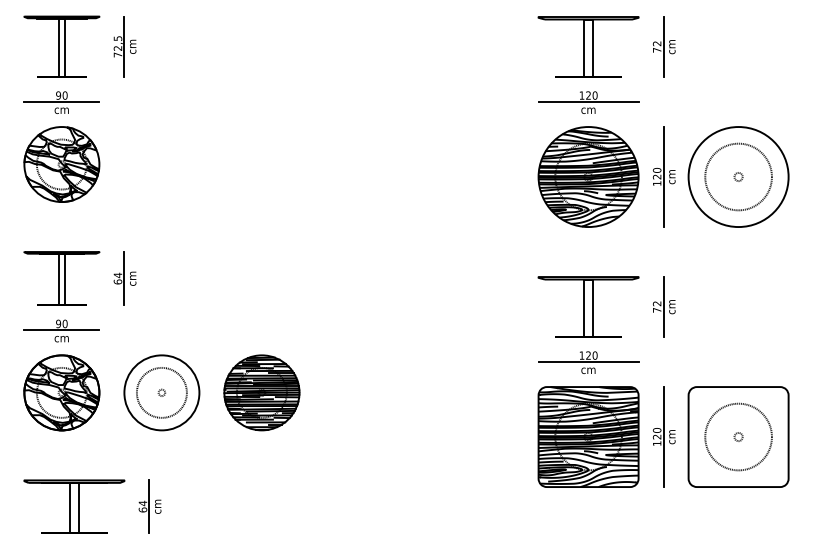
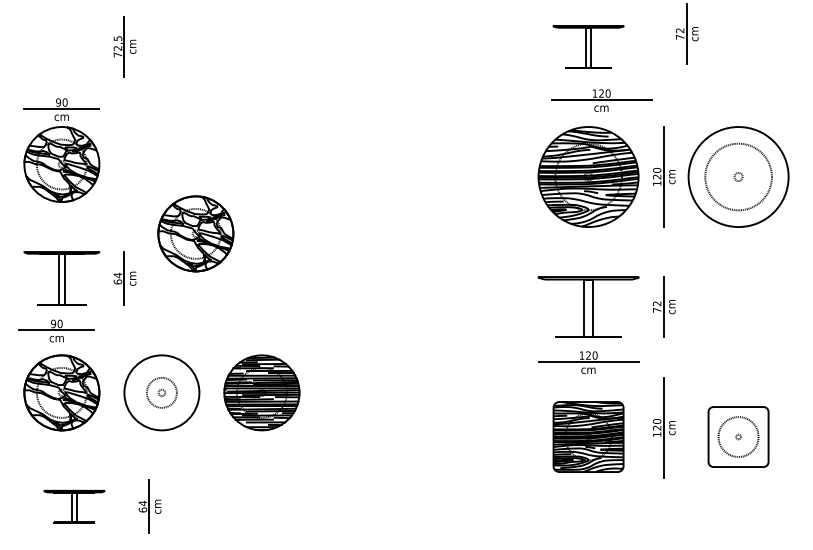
part at (61, 46): present -> none
part at (588, 46) size: 103x62 px -> 73x44 px
part at (664, 46) position: (664, 46) -> (687, 33)
part at (61, 102) position: (61, 102) -> (61, 109)
part at (588, 102) position: (588, 102) -> (601, 100)
part at (195, 233): none -> present
part at (61, 330) position: (61, 330) -> (56, 330)
circle at (161, 392) diameter: 50 px -> 30 px
part at (588, 436) size: 103x102 px -> 73x72 px
part at (663, 436) position: (663, 436) -> (663, 427)
part at (738, 436) size: 103x102 px -> 63x62 px
part at (74, 506) size: 103x55 px -> 63x35 px
